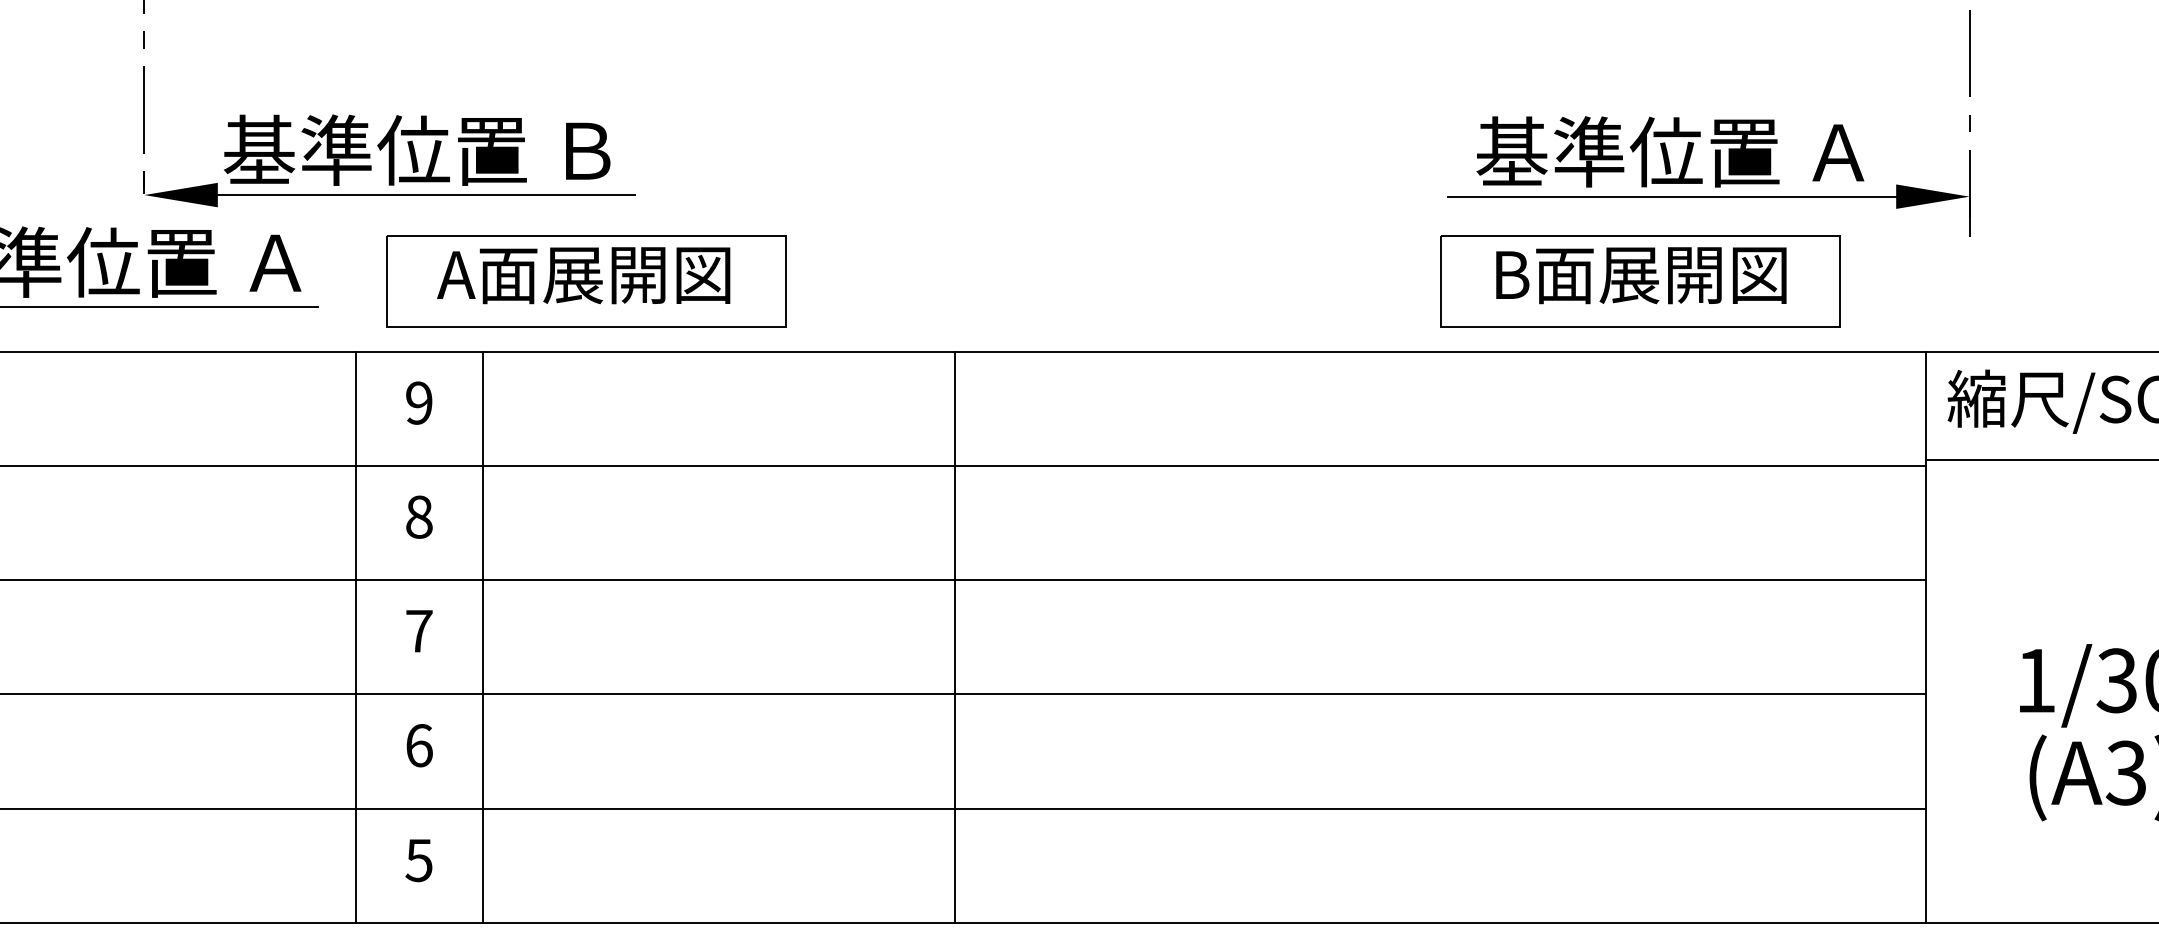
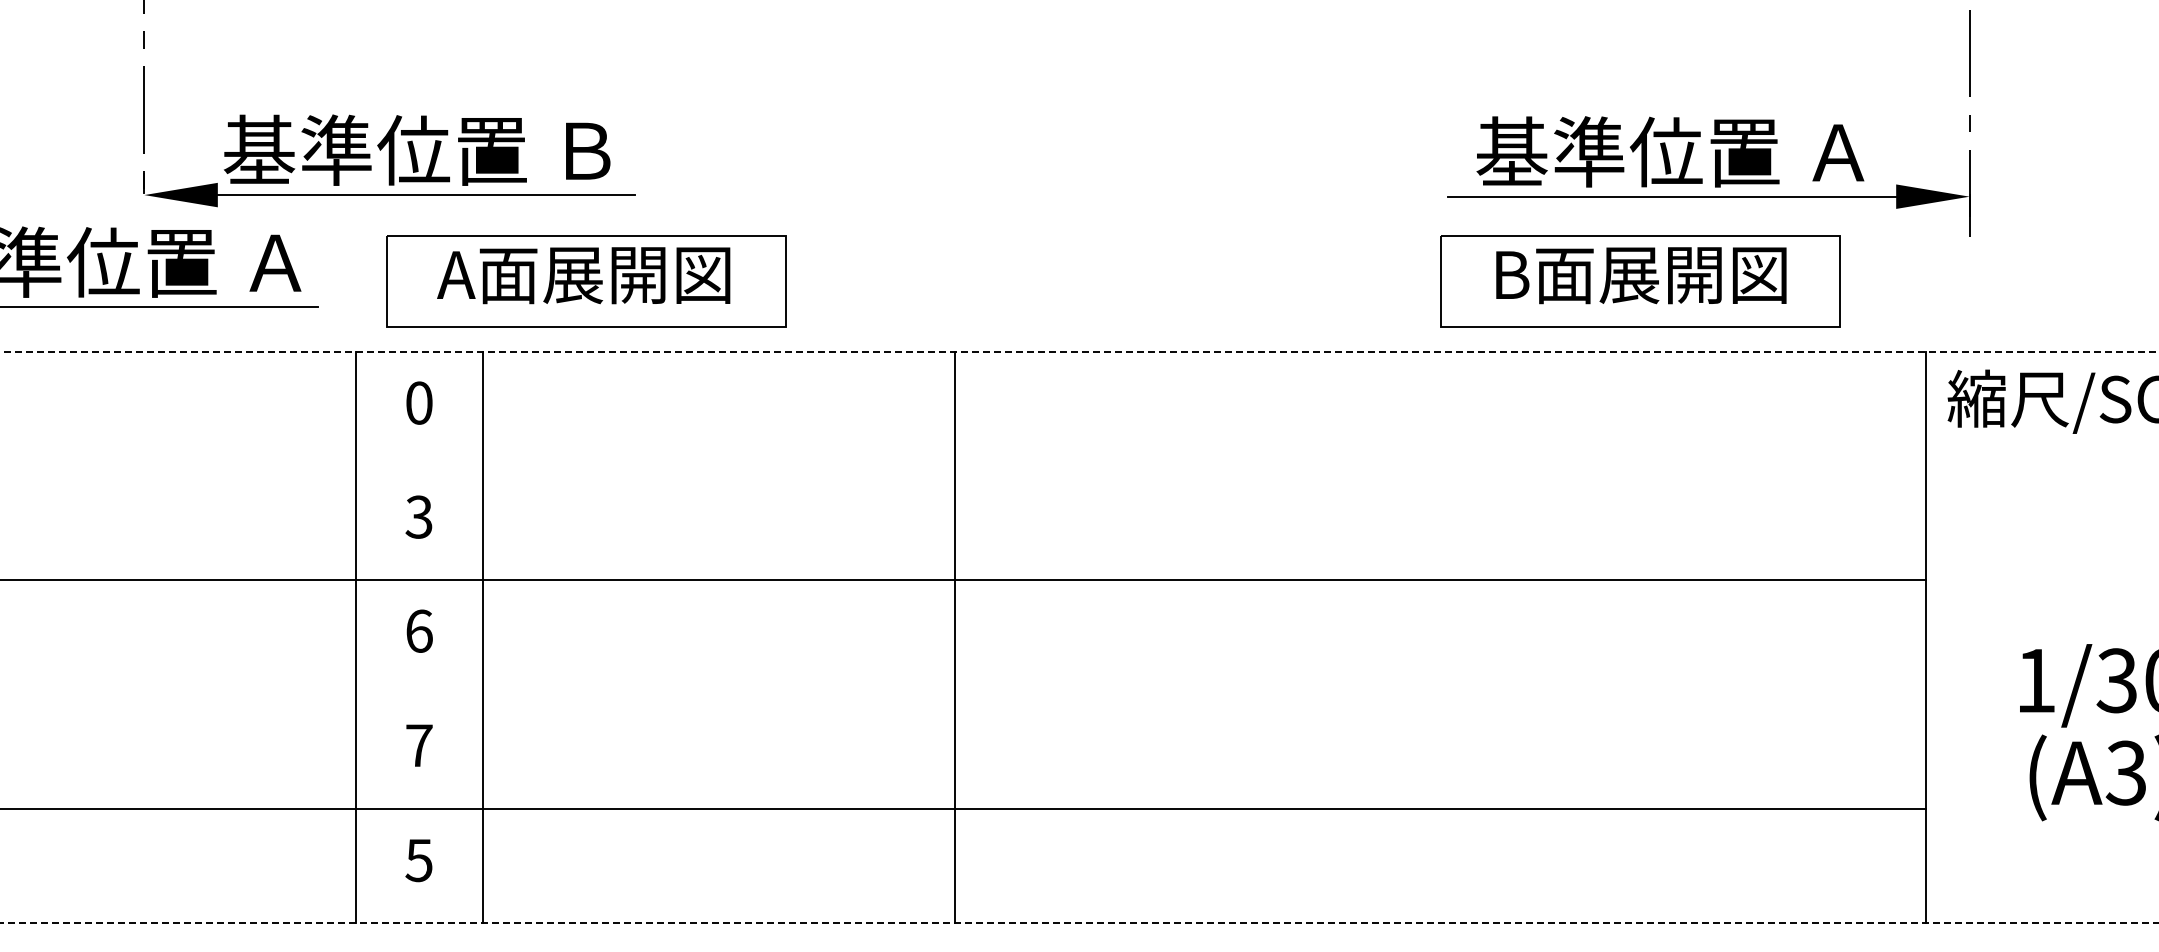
line at (1080, 351): solid -> dashed
text at (419, 402): 9 -> 0
line at (2040, 459): present -> none
line at (963, 465): present -> none
text at (418, 516): 8 -> 3
text at (419, 630): 7 -> 6
line at (963, 693): present -> none
text at (419, 745): 6 -> 7
line at (1080, 923): solid -> dashed
